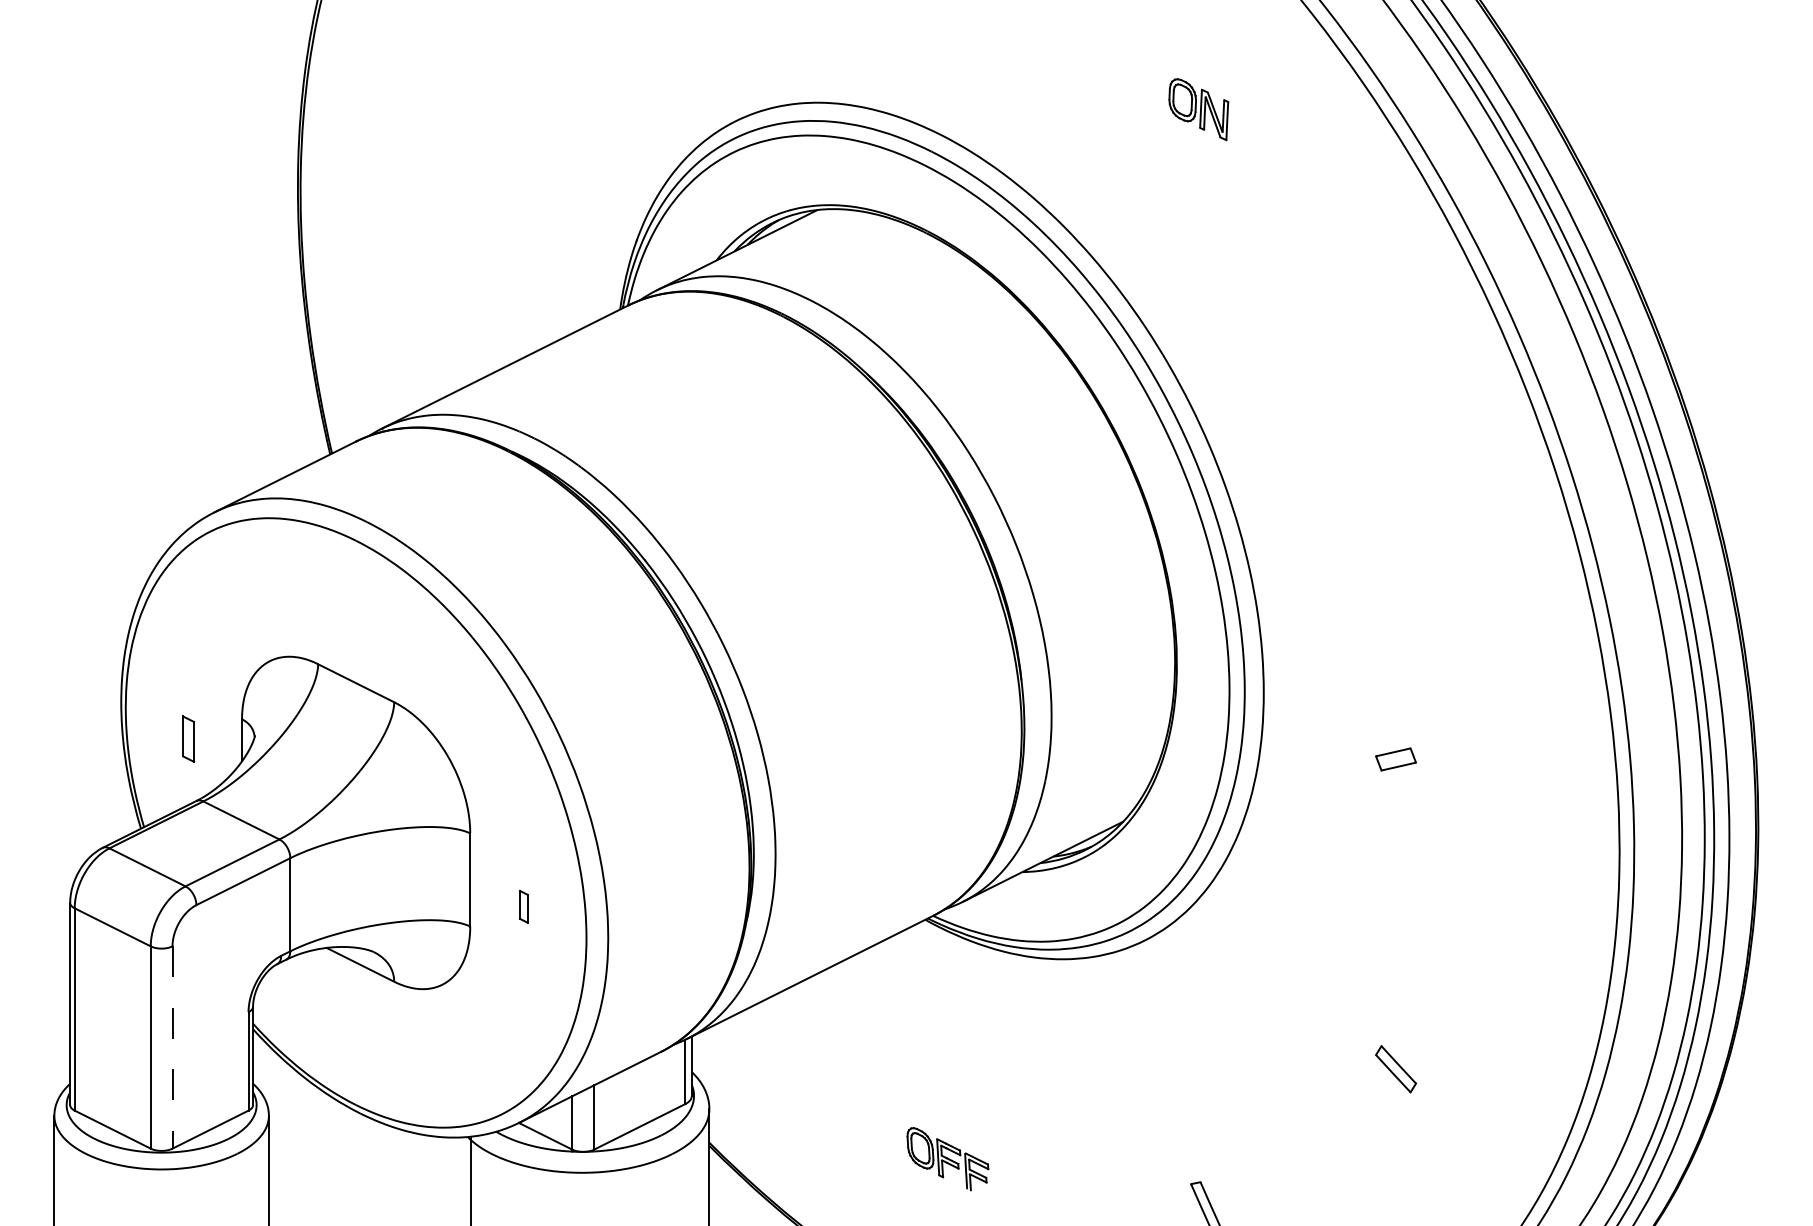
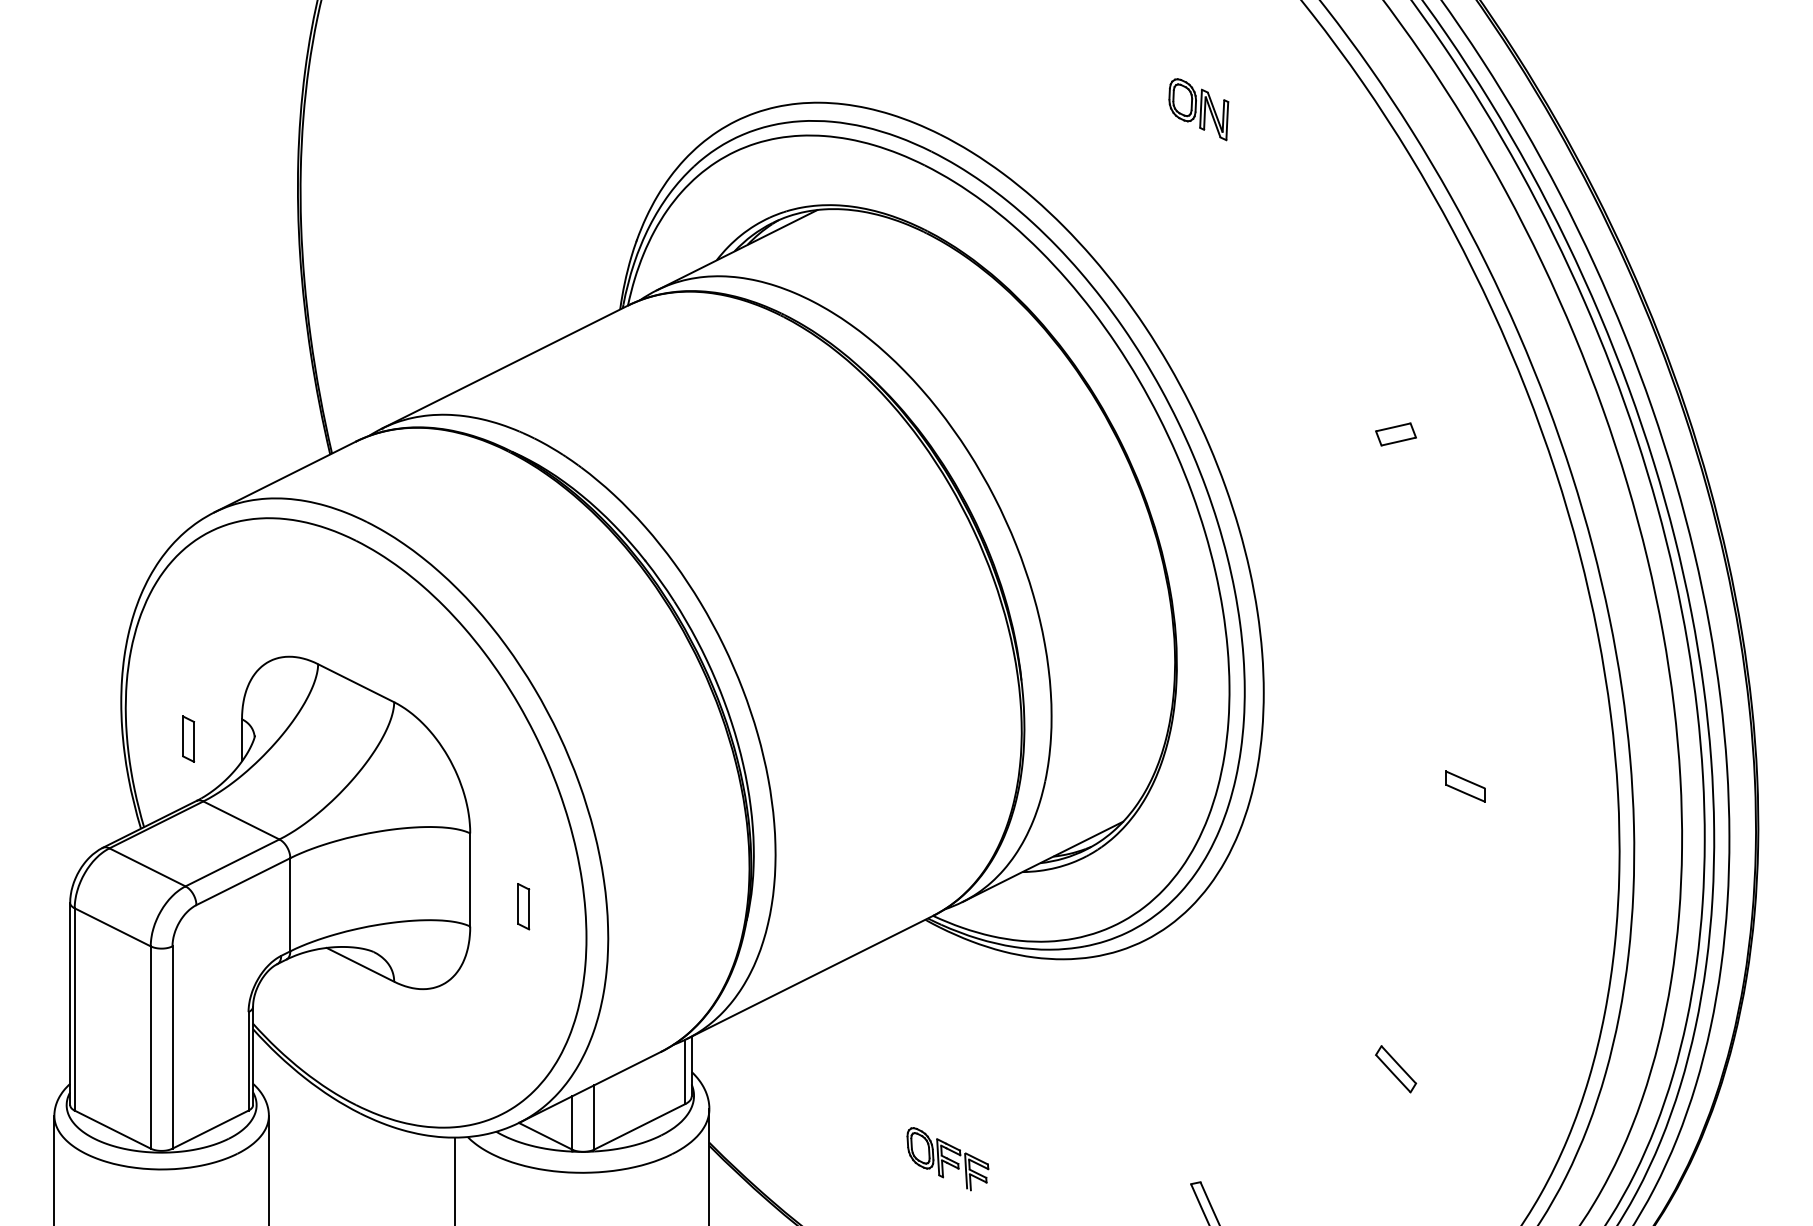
part at (1395, 759) position: (1395, 759) -> (1395, 434)
part at (1465, 786): none -> present
part at (523, 906) size: 10x35 px -> 14x48 px
line at (172, 1048): dashed -> solid
line at (470, 1179) position: (470, 1179) -> (454, 1179)
